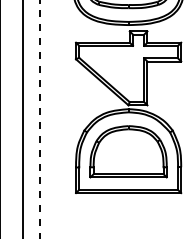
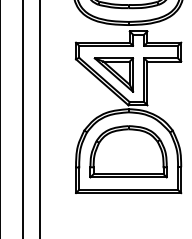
part at (113, 74): none -> present
line at (39, 119): dashed -> solid
